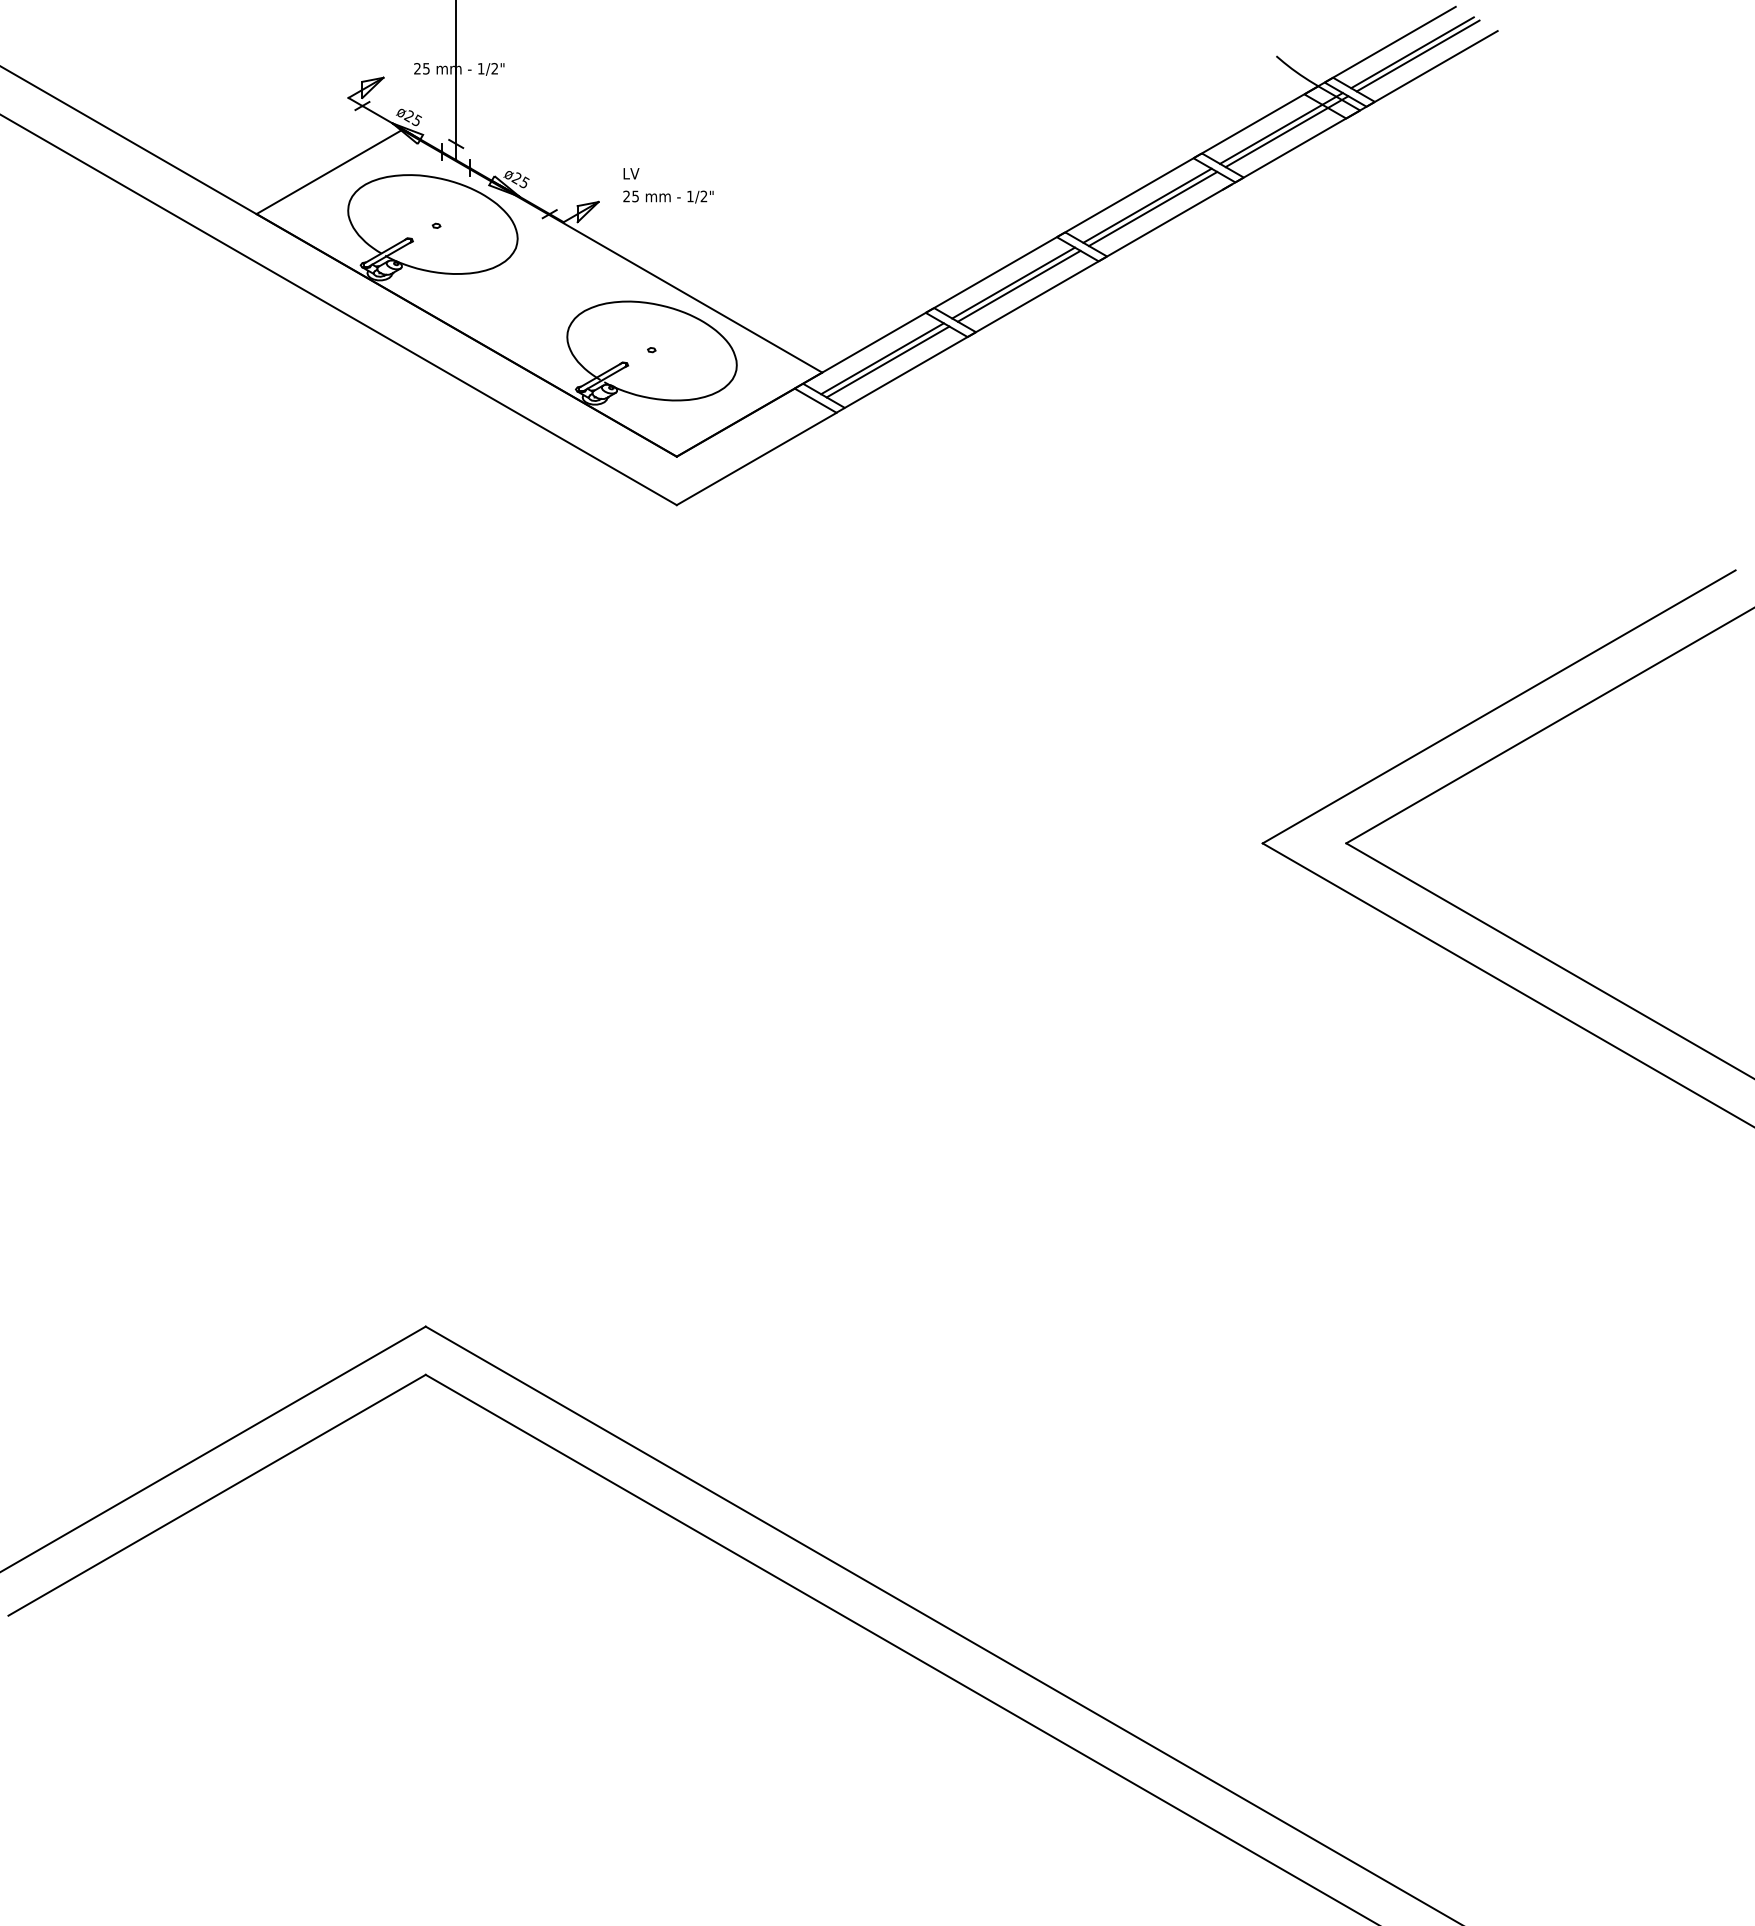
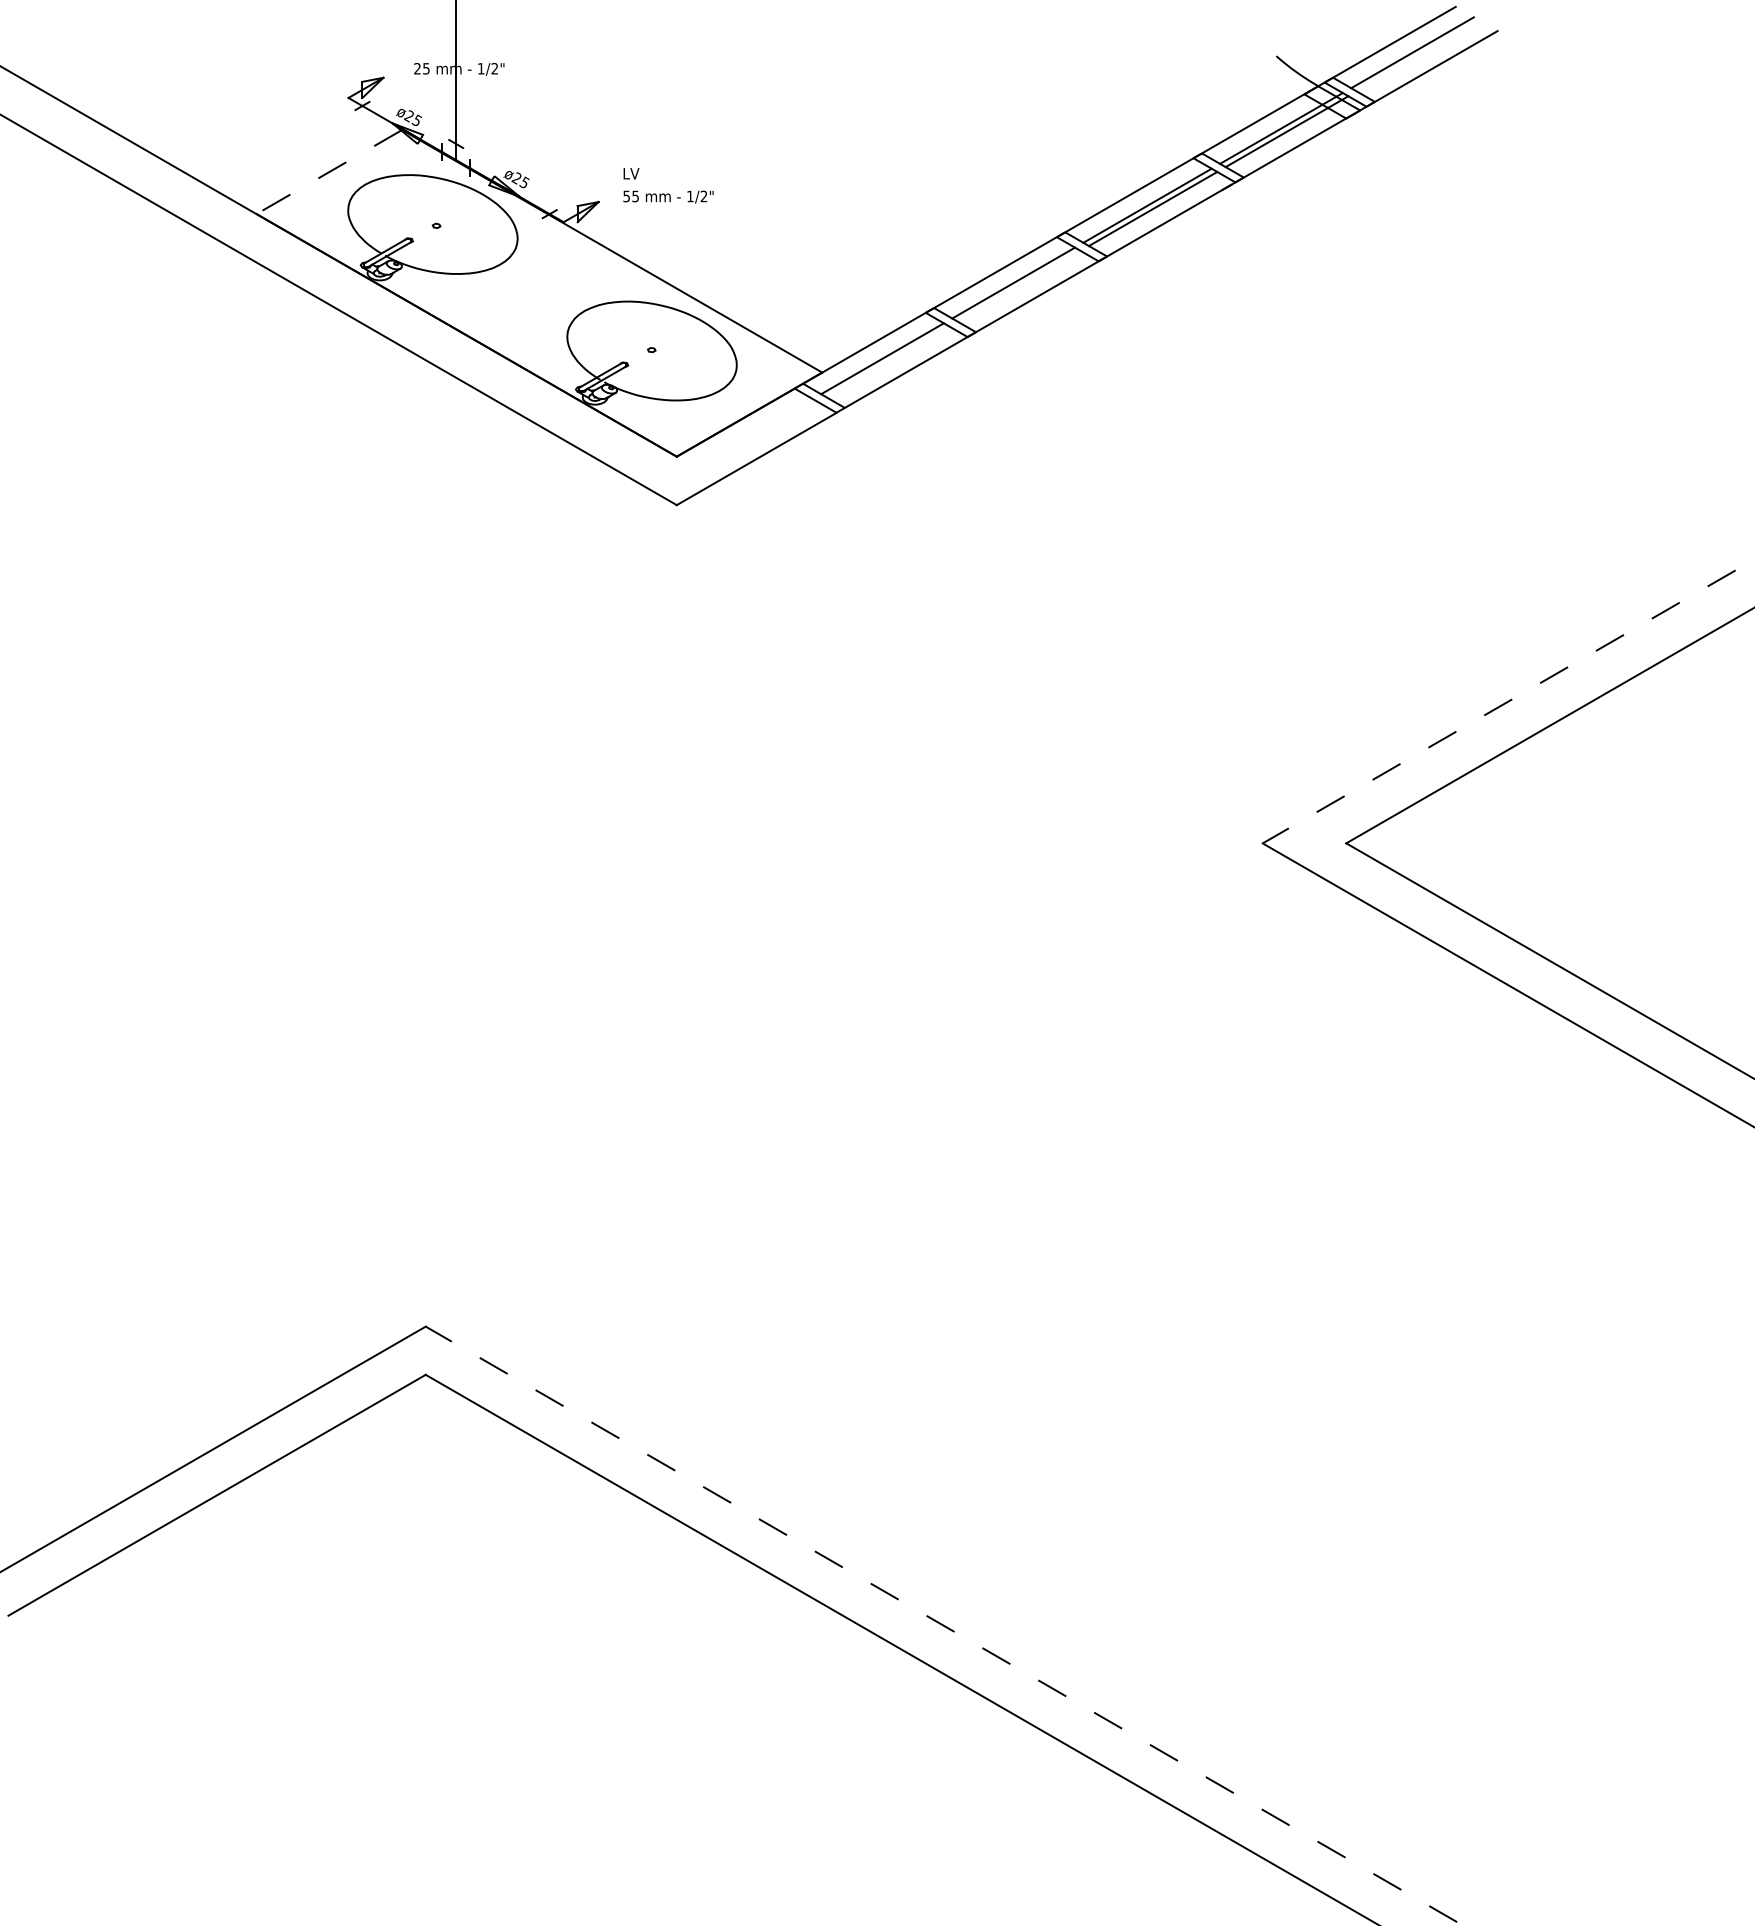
line at (1417, 55): present -> none
line at (328, 172): solid -> dashed
text at (626, 196): 25 -> 55
line at (1018, 285): present -> none
line at (887, 361): present -> none
line at (1498, 707): solid -> dashed
line at (944, 1626): solid -> dashed
